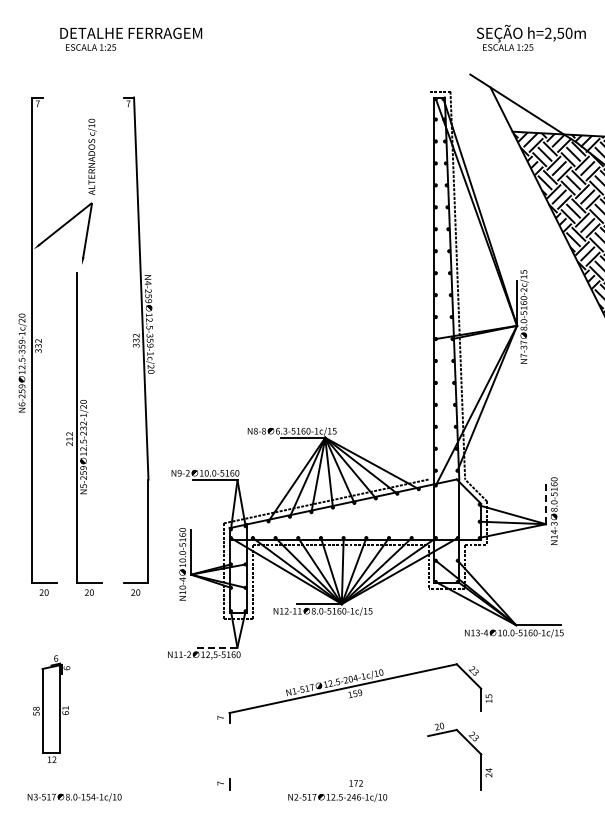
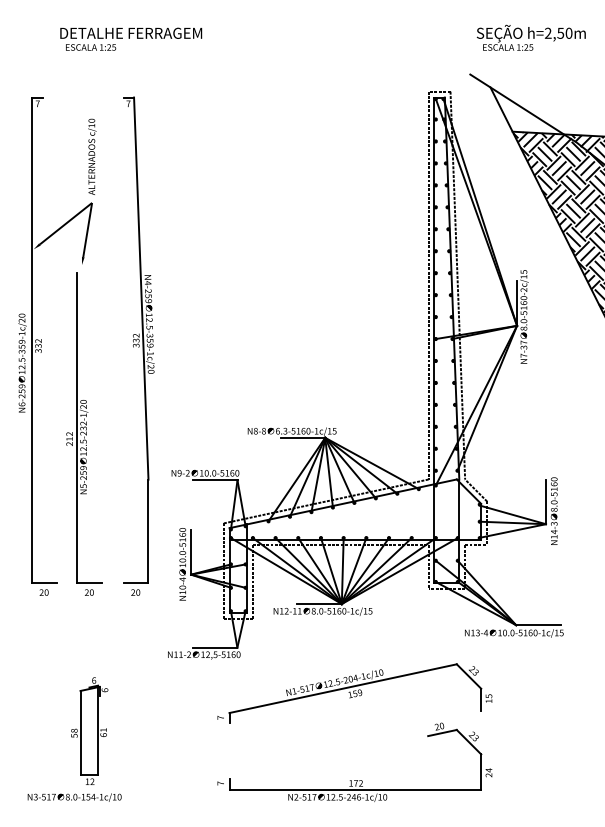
line at (428, 285): none -> present
line at (546, 501): dashed -> solid
line at (214, 647): dashed -> solid
part at (51, 708) position: (51, 708) -> (89, 730)
line at (355, 790): none -> present
